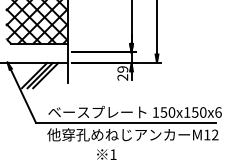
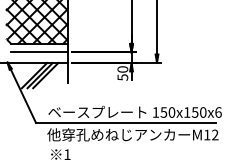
line at (38, 52): none -> present
text at (122, 73): 29 -> 50
text at (106, 154) position: (106, 154) -> (60, 154)
